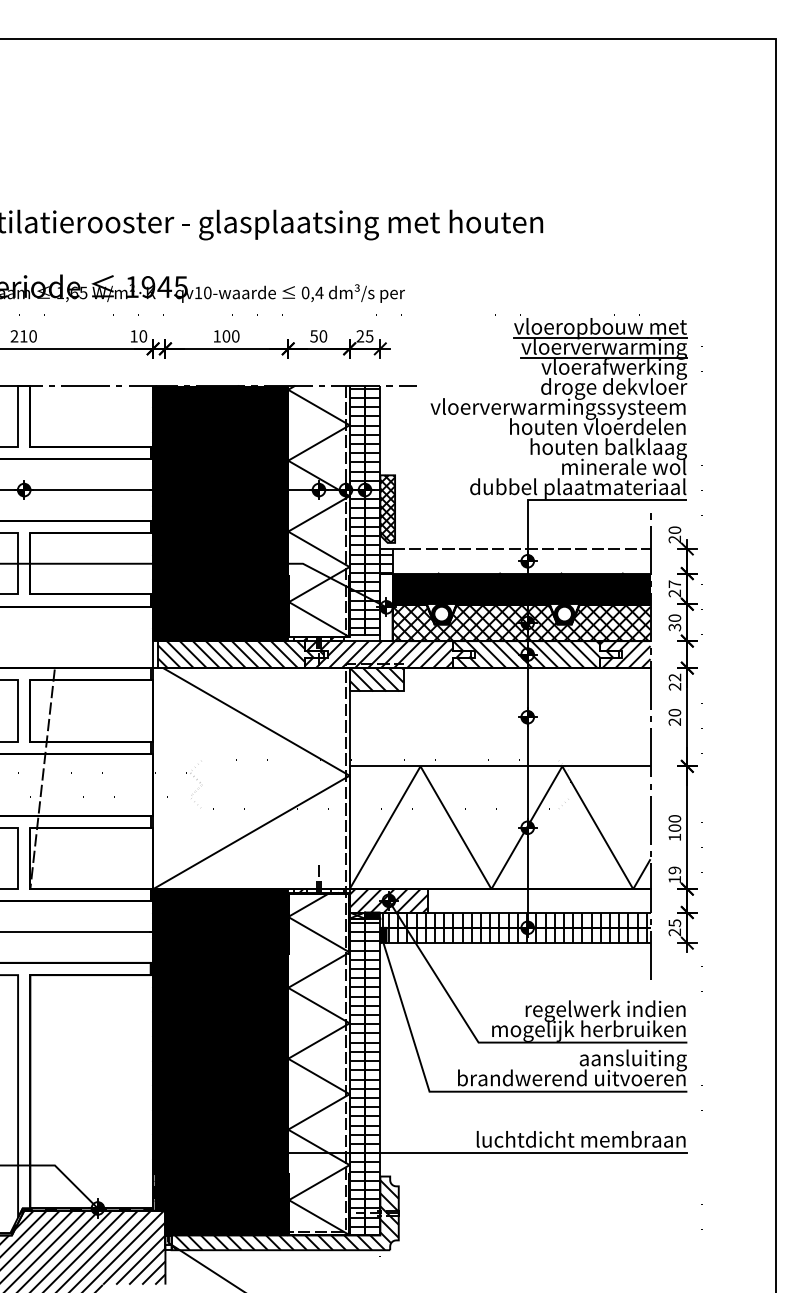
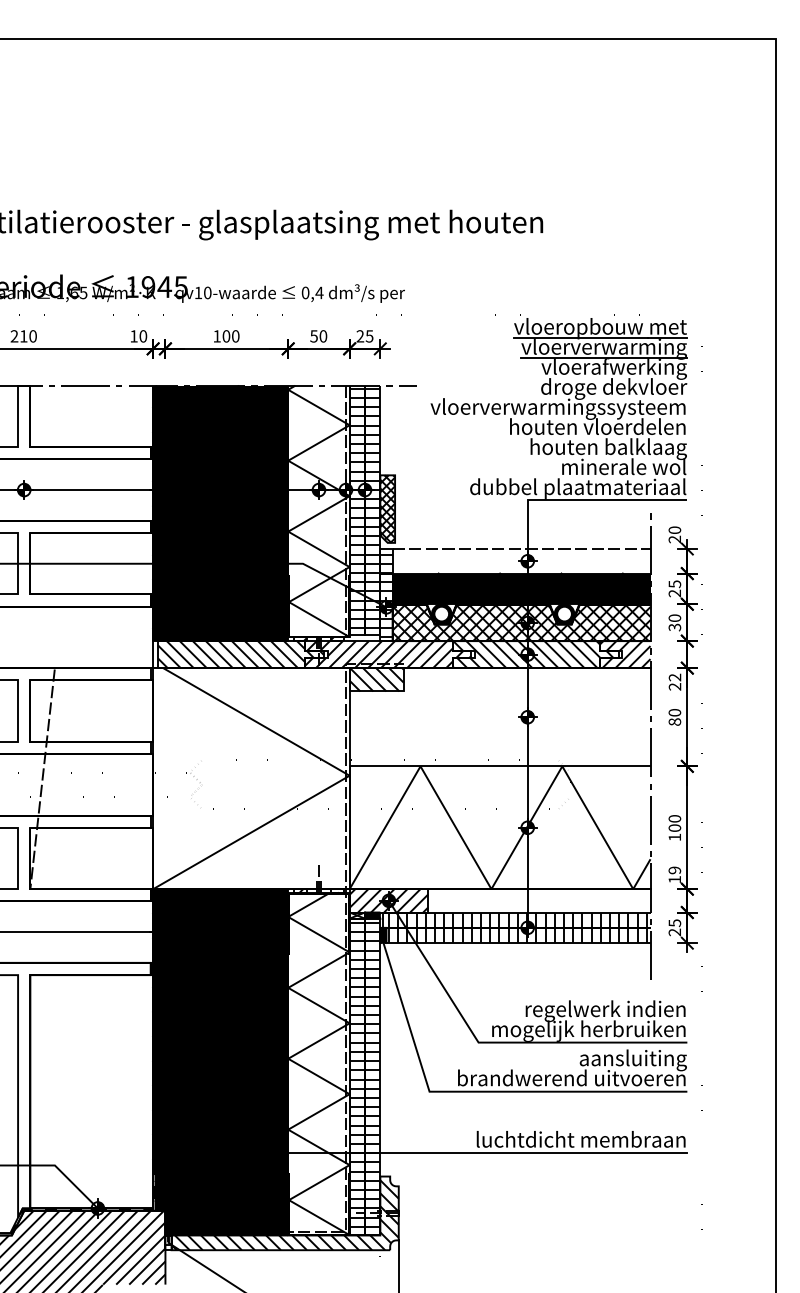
text at (674, 584): 27 -> 25
hatch at (386, 609): none -> present
text at (674, 721): 20 -> 80
line at (398, 1264): none -> present
